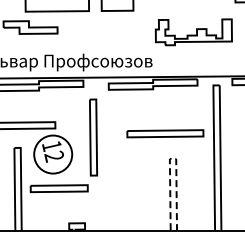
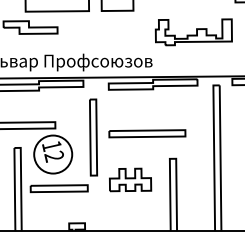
part at (165, 133) position: (165, 133) -> (147, 133)
line at (172, 158): dashed -> solid
part at (130, 179): none -> present
